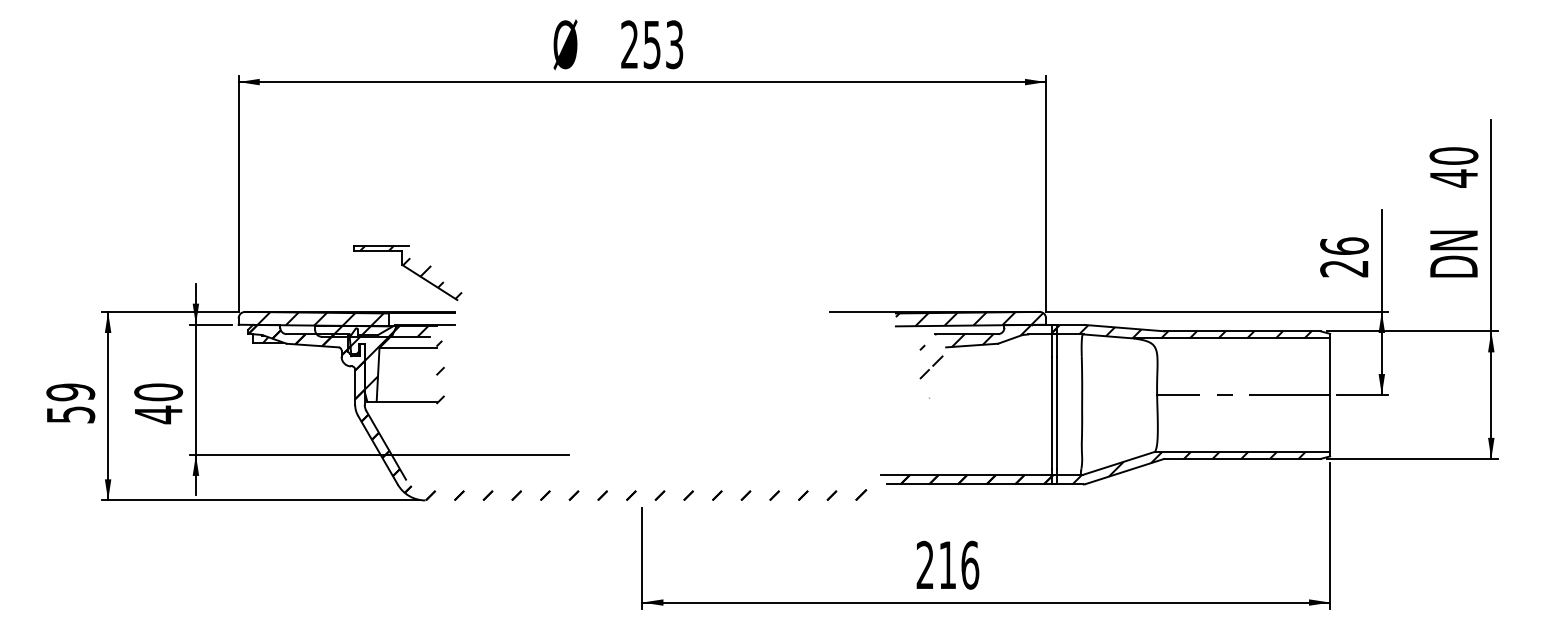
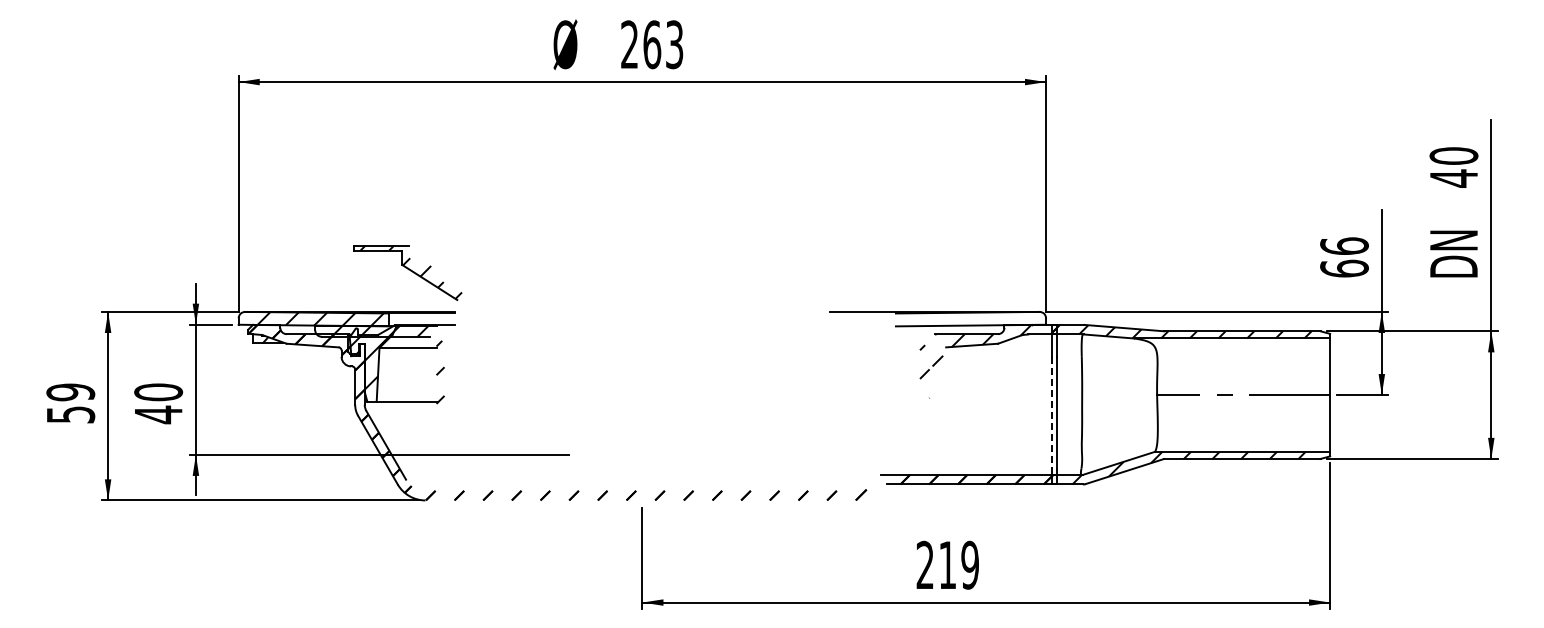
text at (652, 44): 253 -> 263
text at (1344, 268): 26 -> 66
hatch at (969, 319): present -> none
line at (1052, 412): solid -> dashed
text at (970, 564): 216 -> 219
